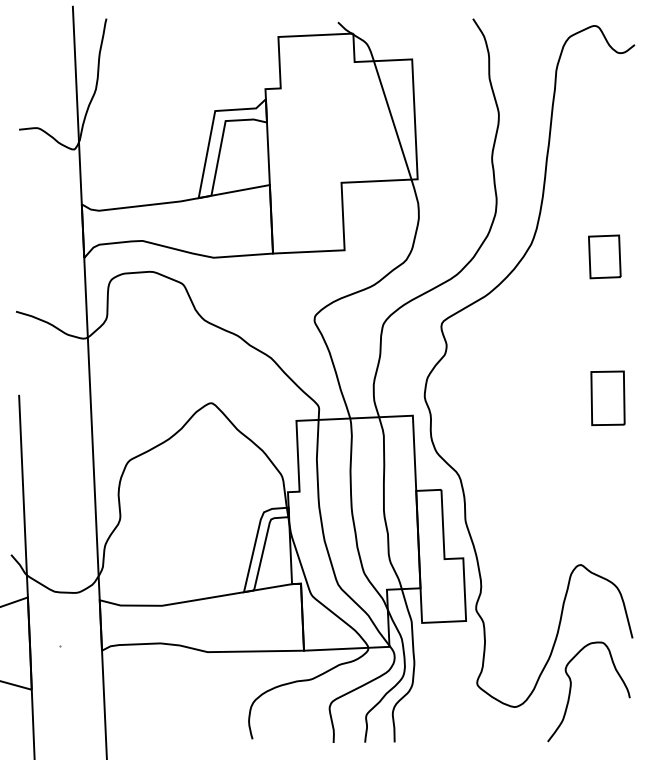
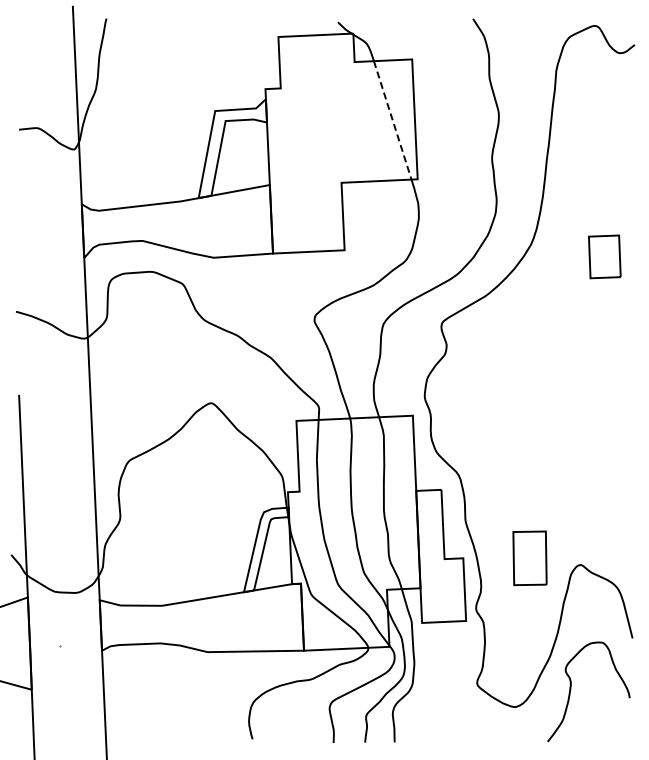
line at (392, 120): solid -> dashed
part at (607, 397) position: (607, 397) -> (529, 557)
